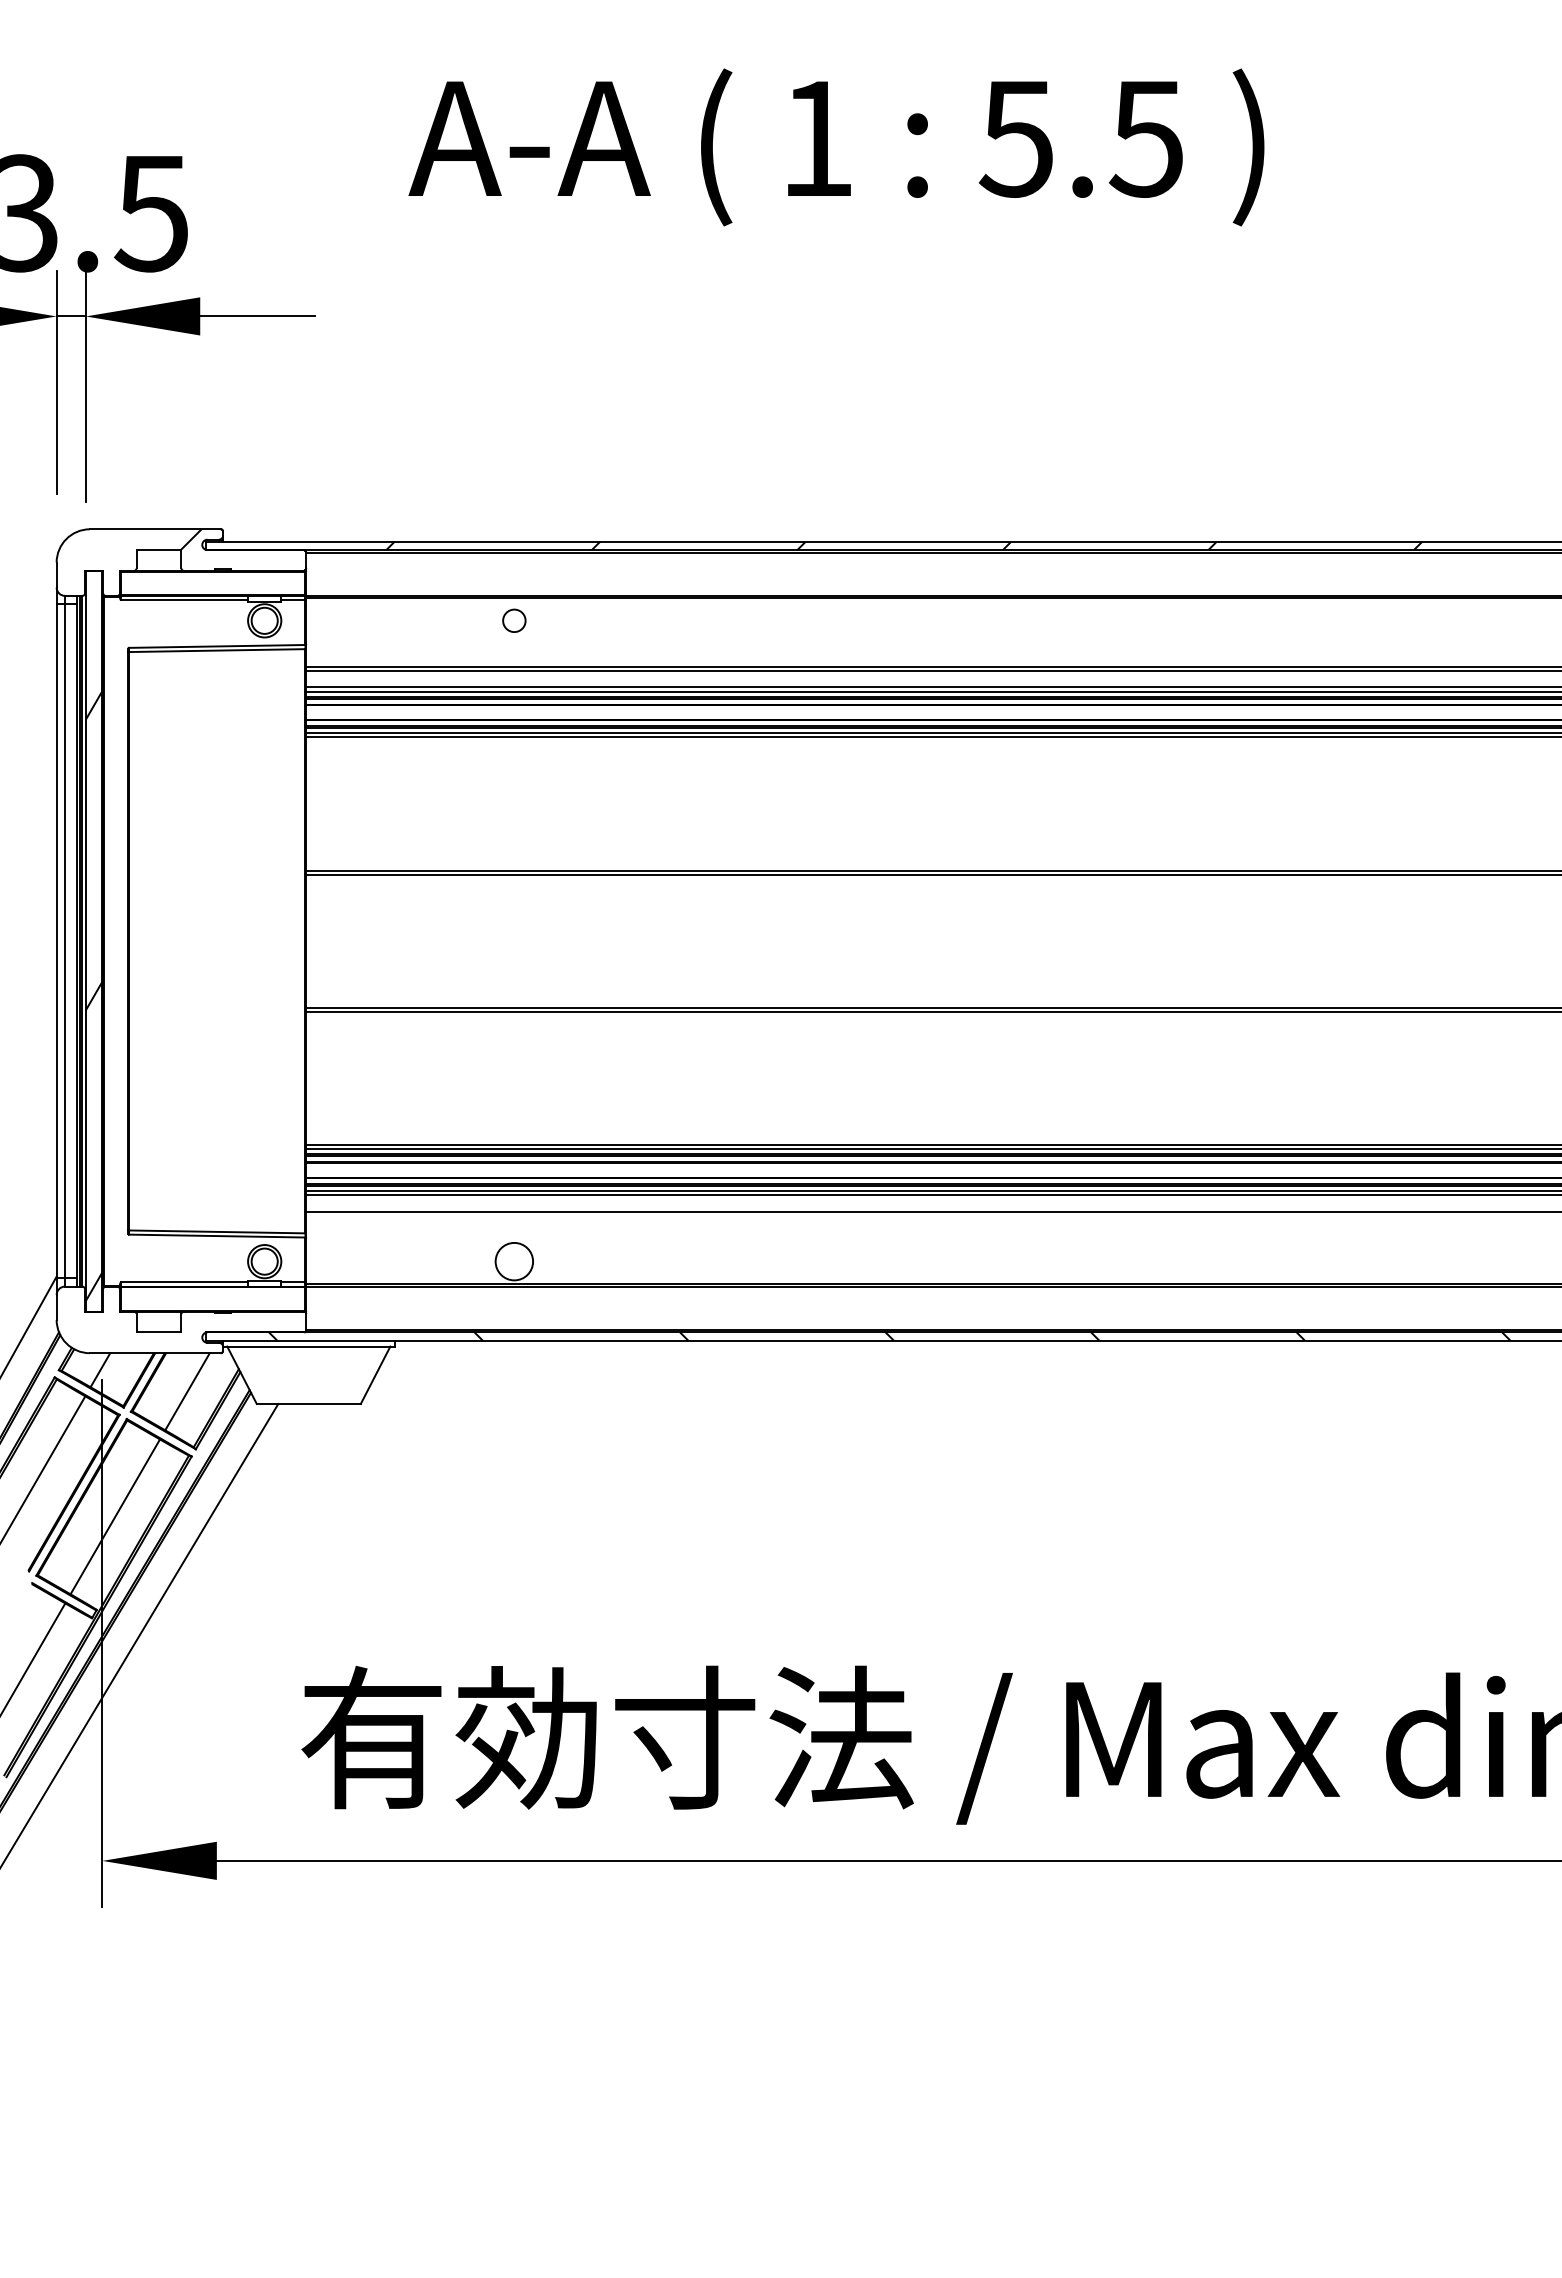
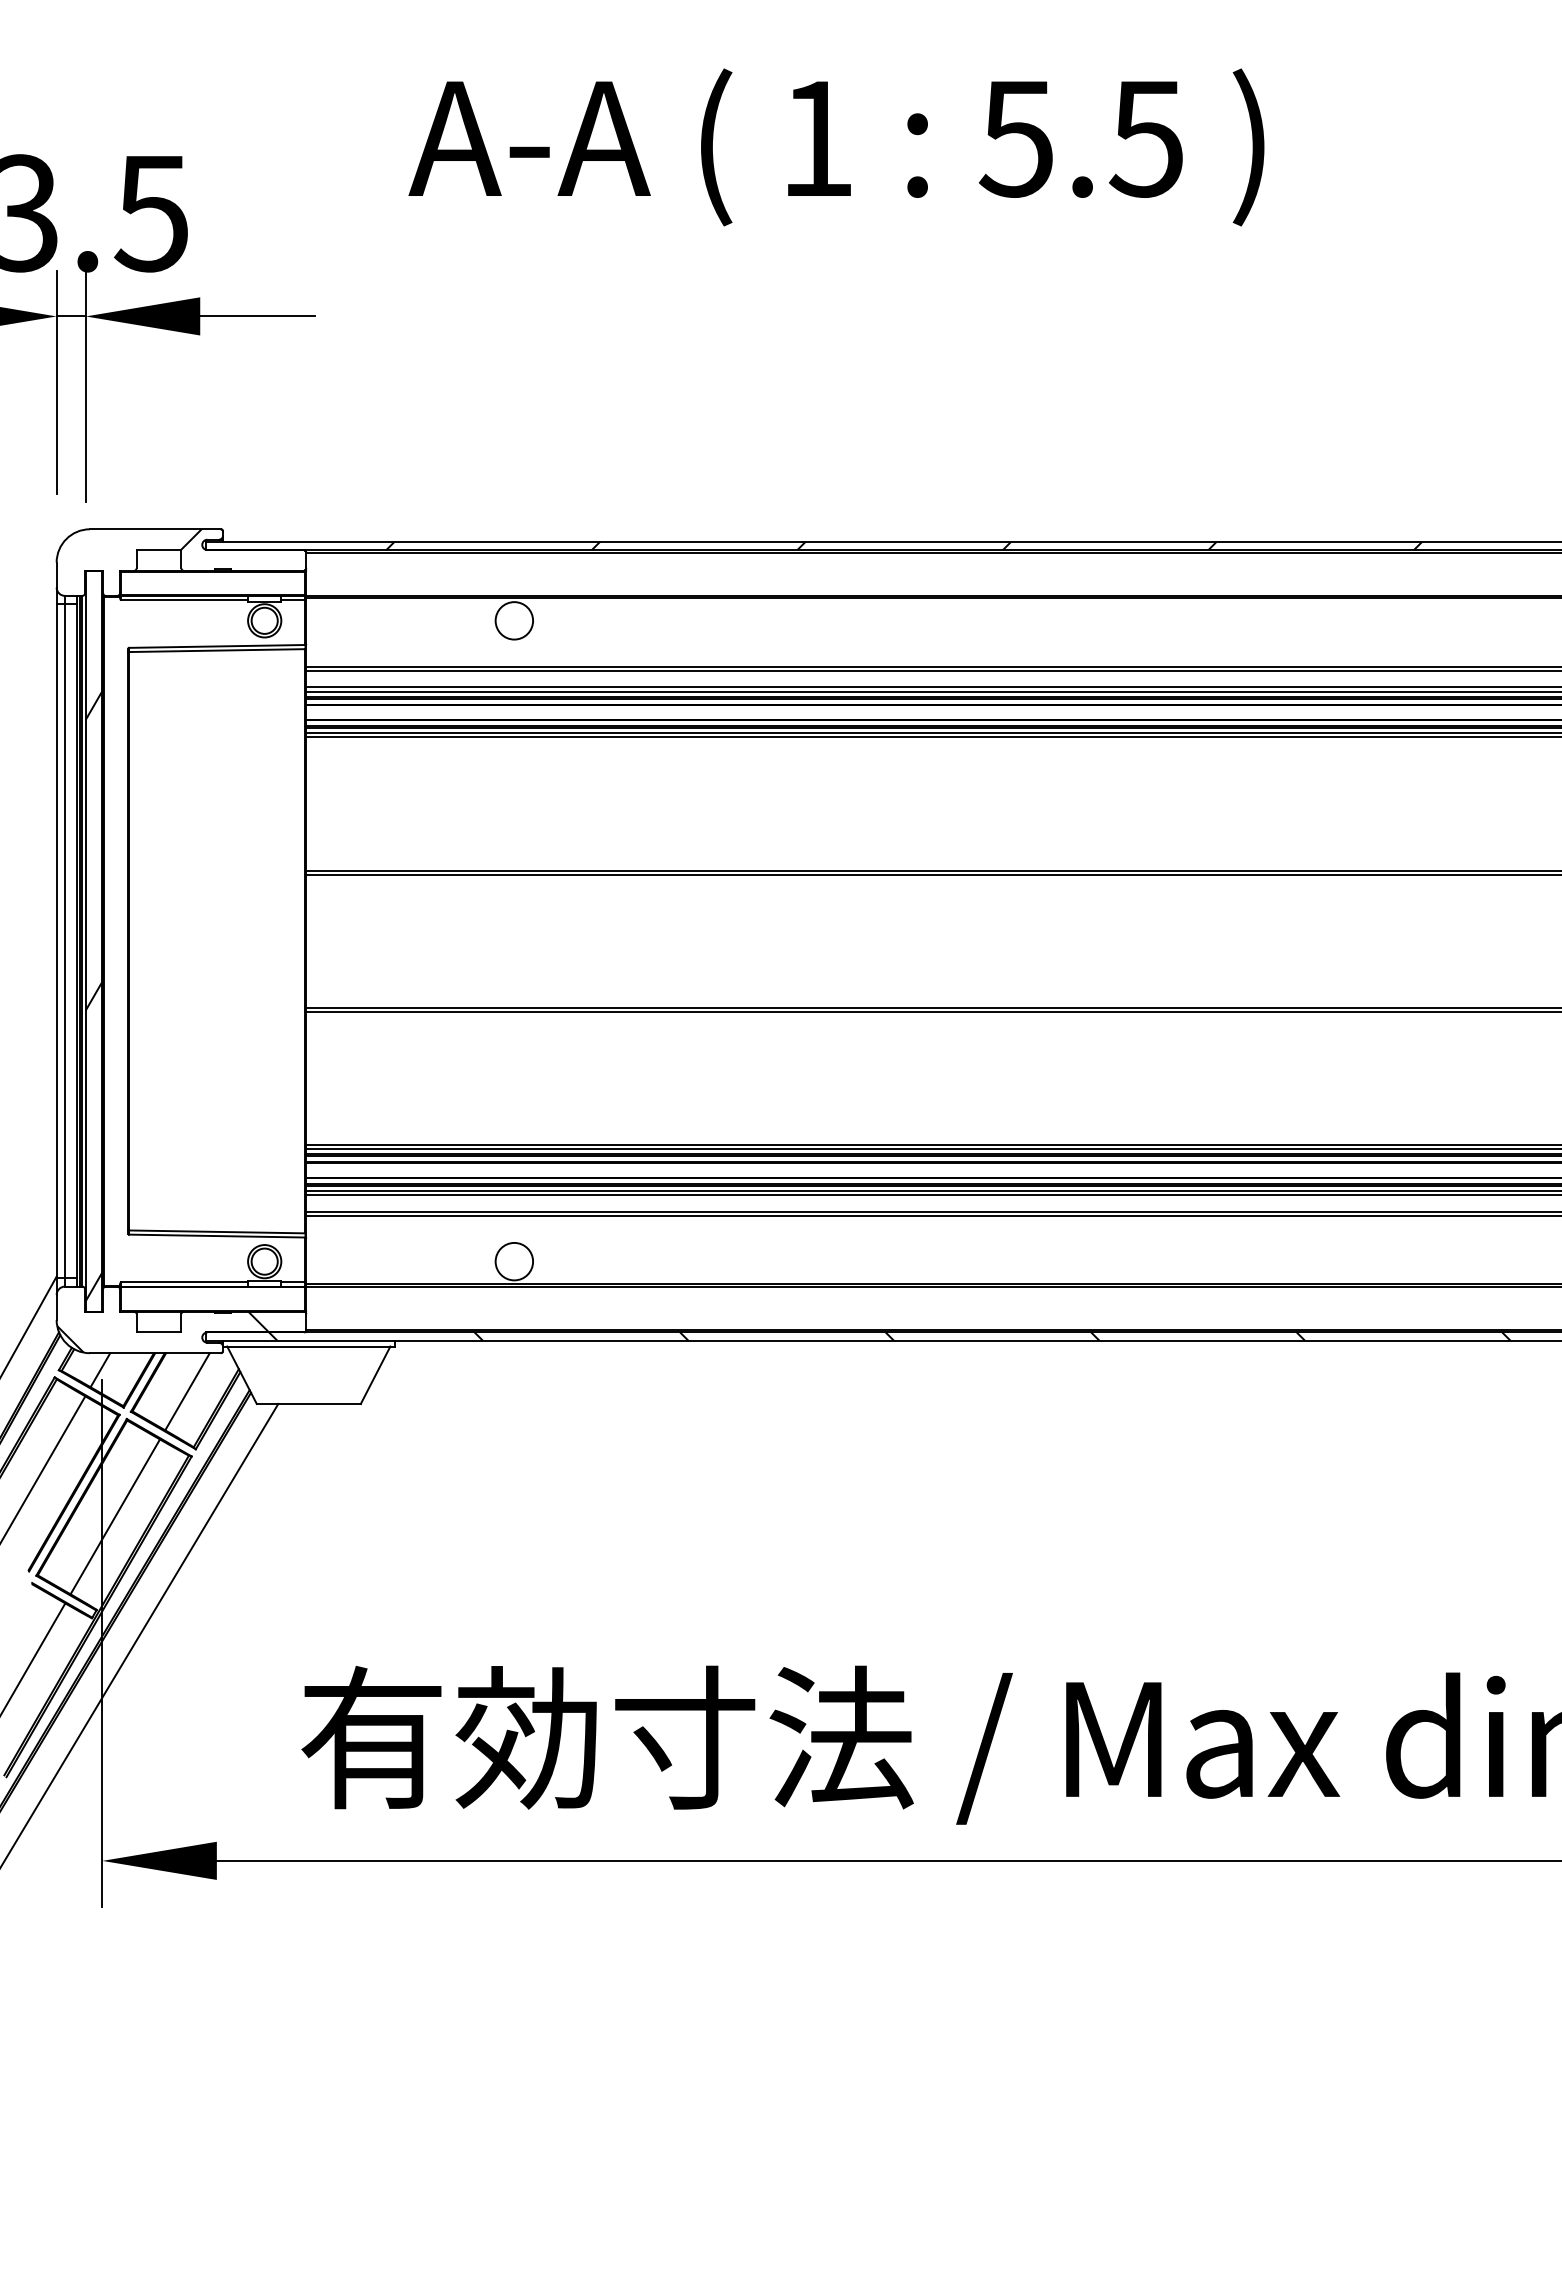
circle at (514, 620) diameter: 22 px -> 37 px
line at (932, 1215): none -> present
hatch at (163, 1331): none -> present
